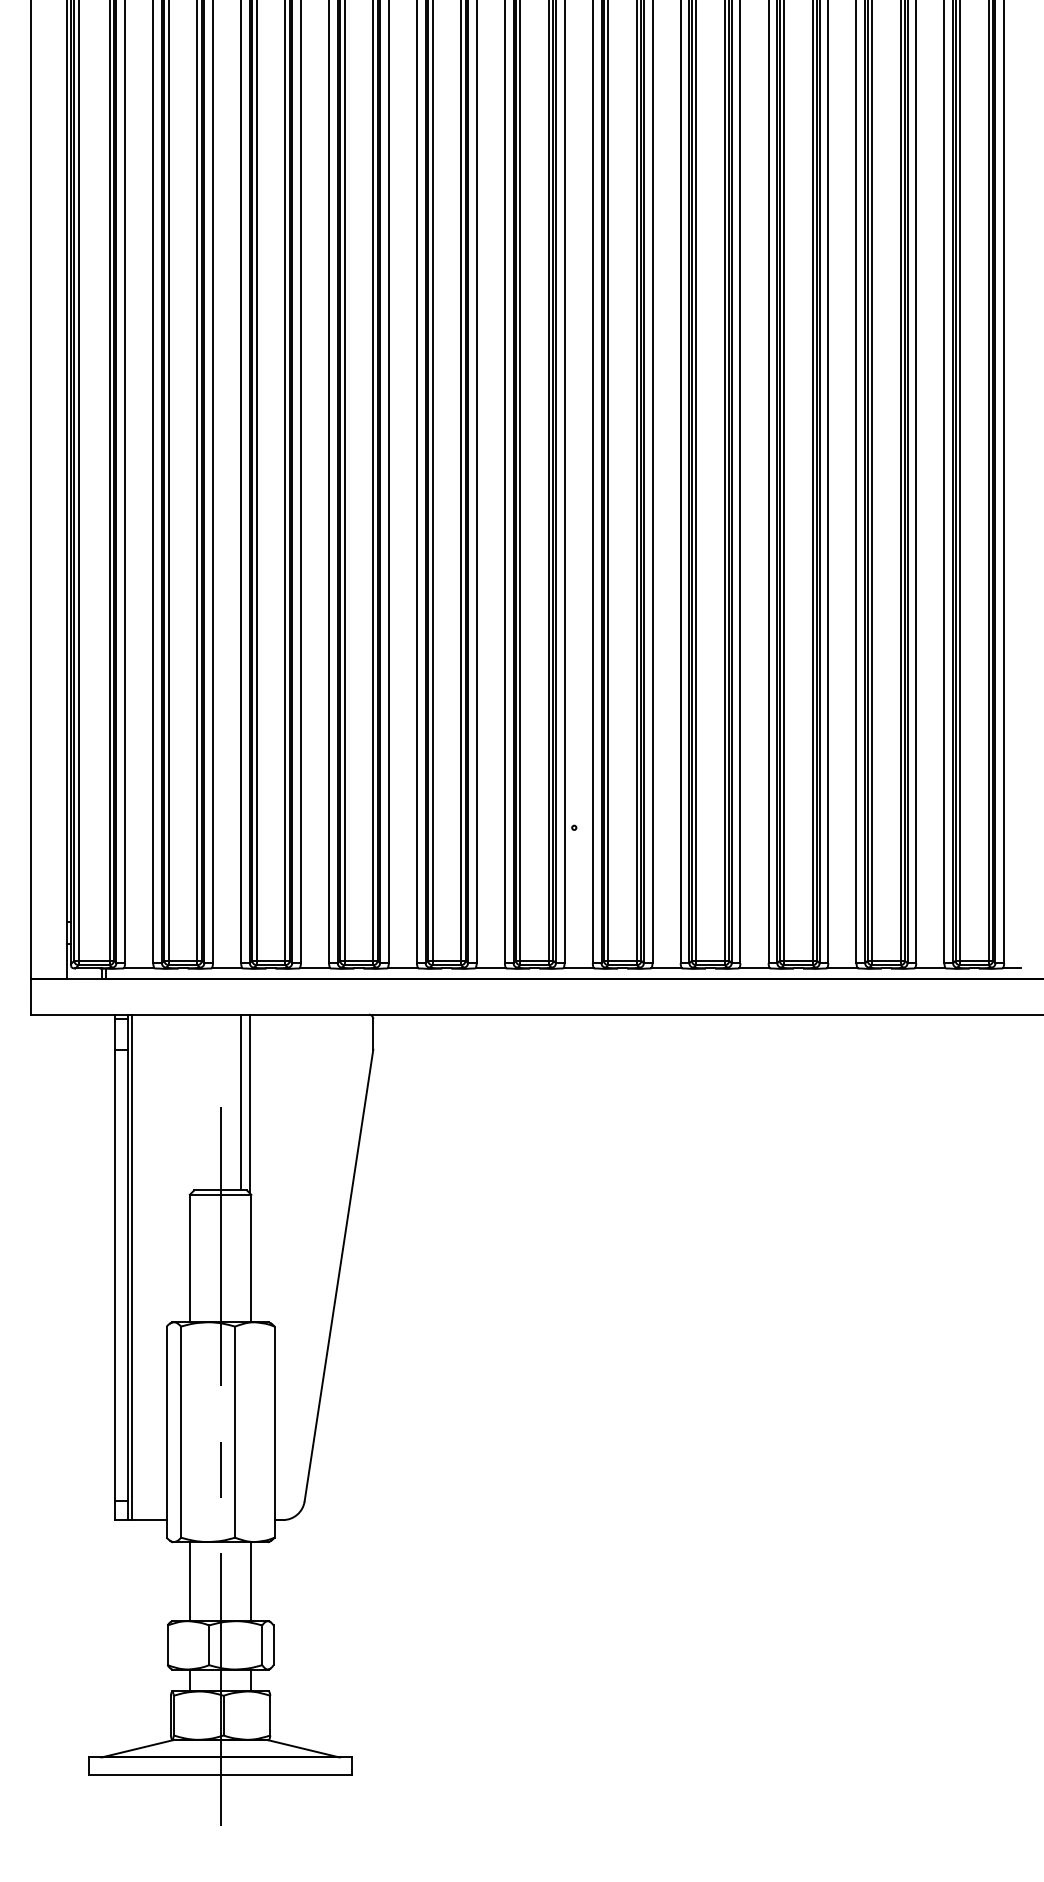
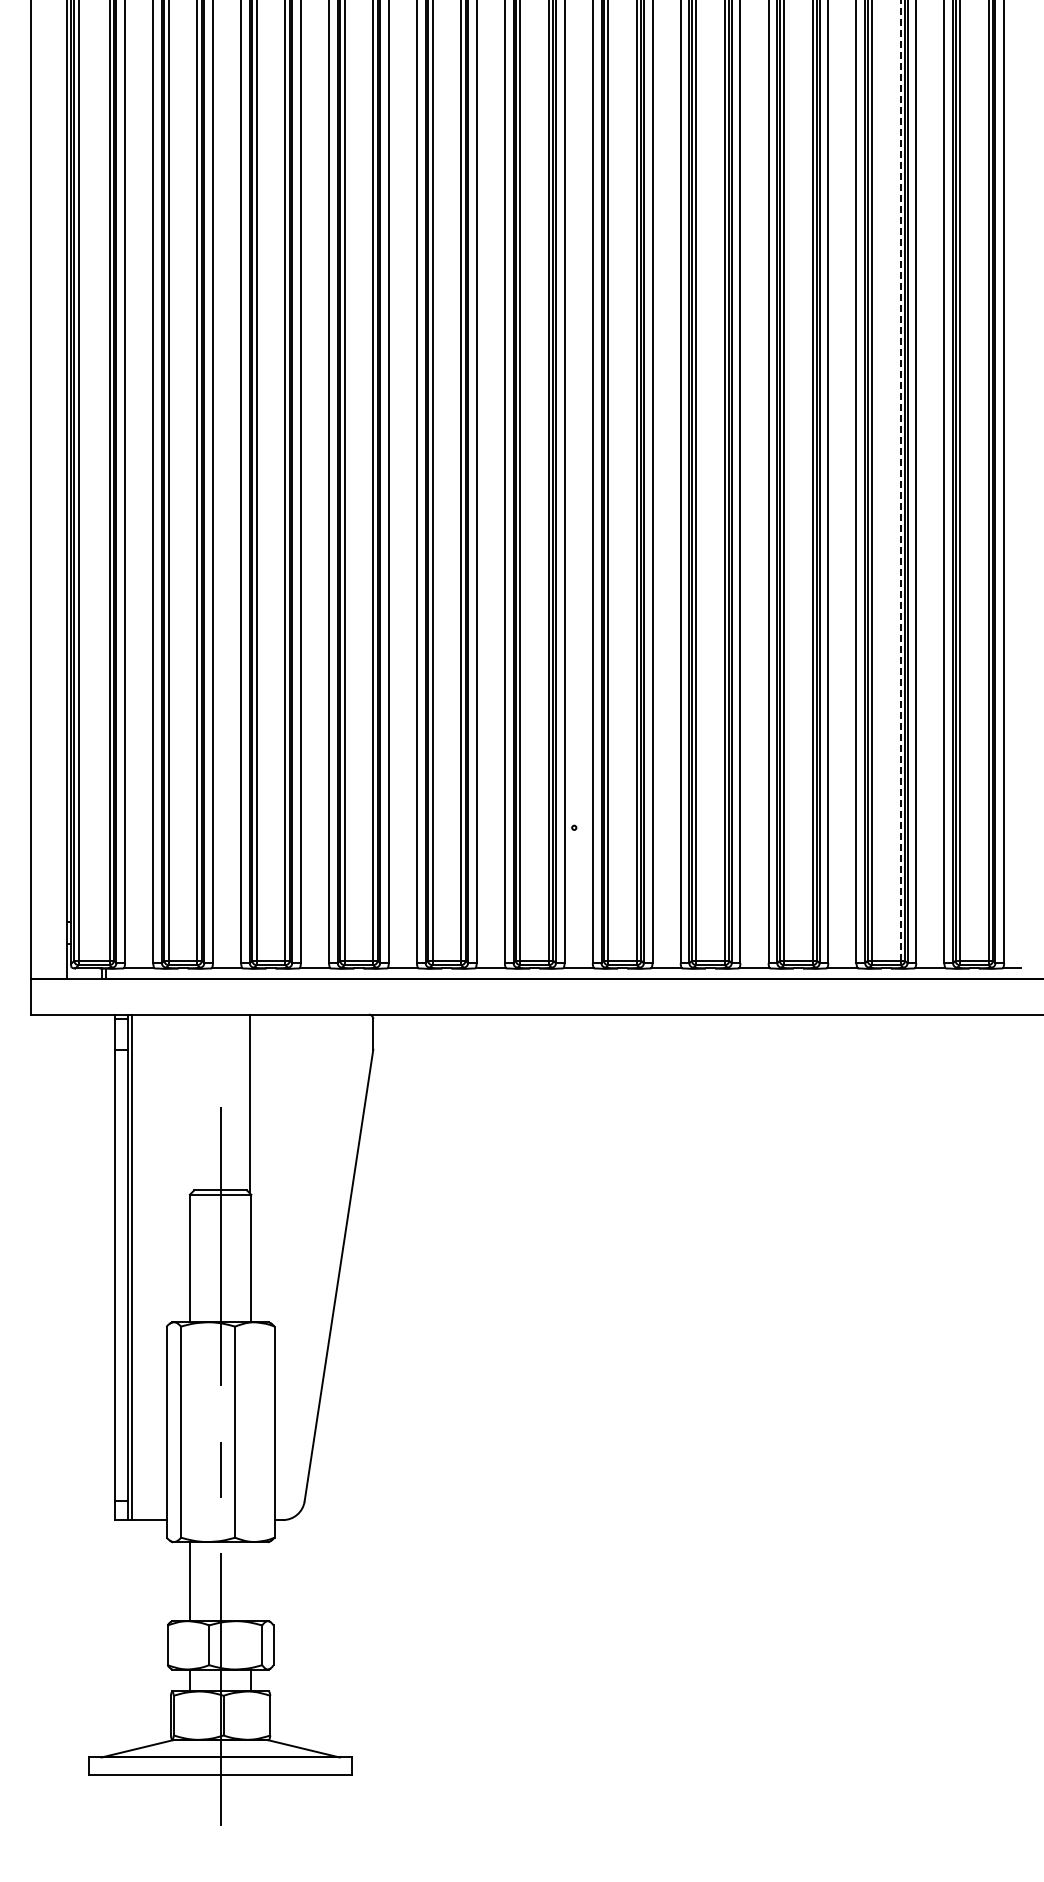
line at (900, 480): solid -> dashed
line at (240, 1102): present -> none
line at (251, 1581): present -> none
